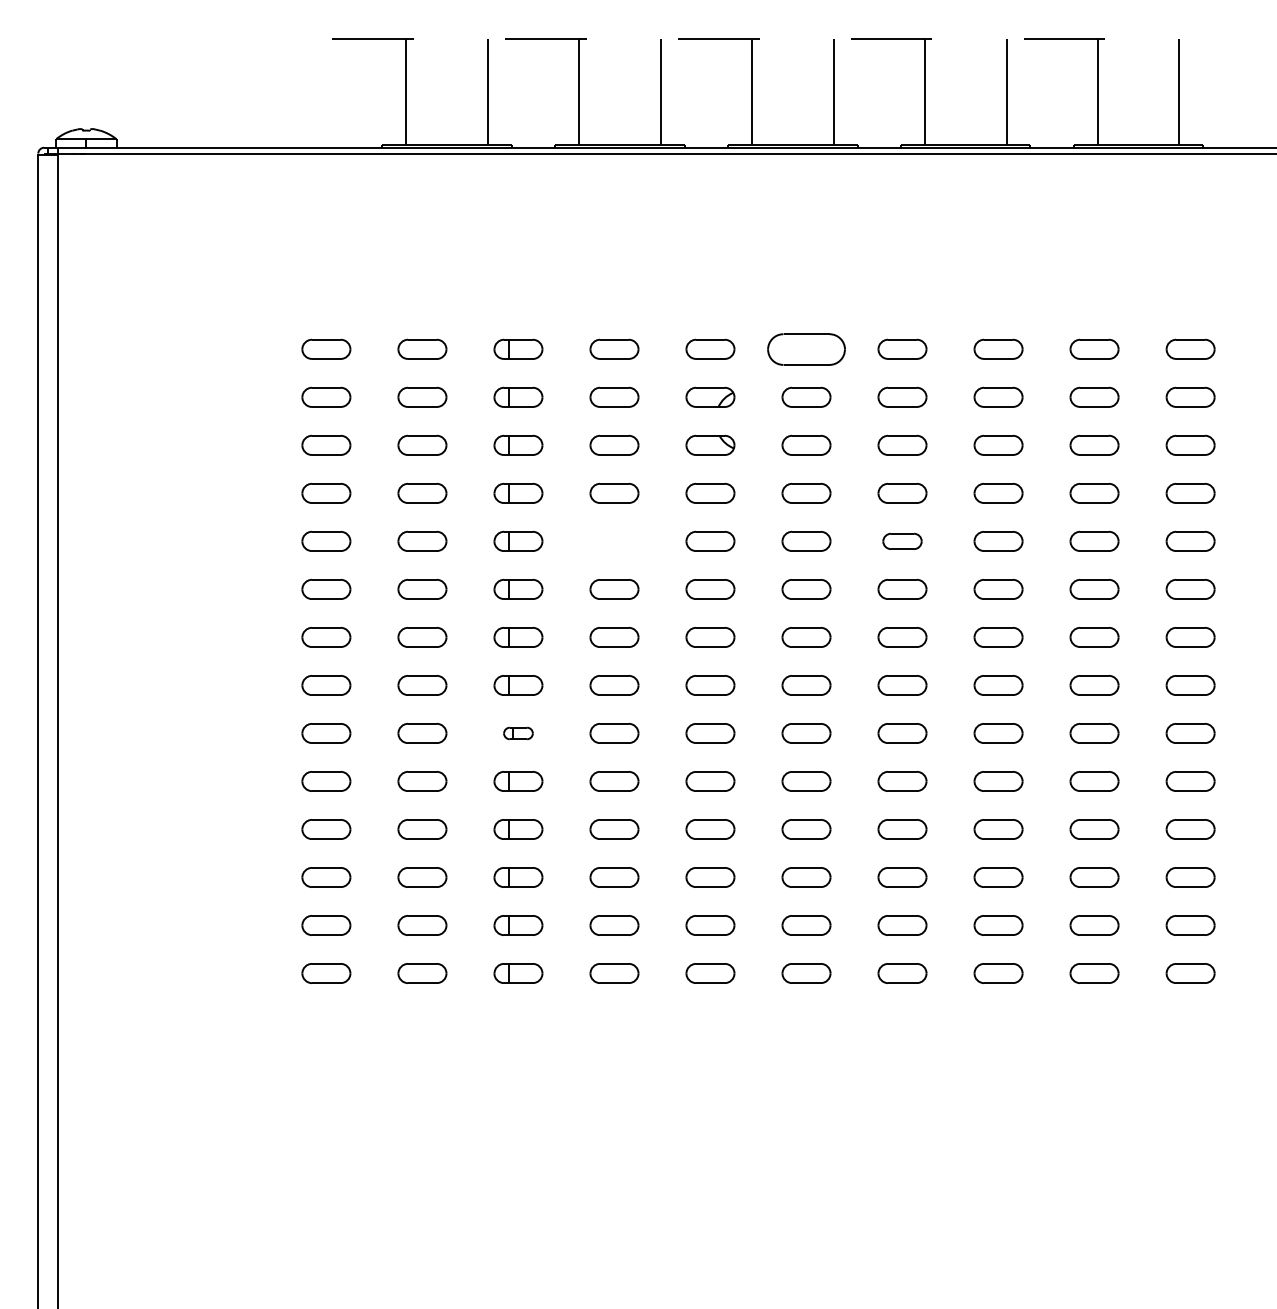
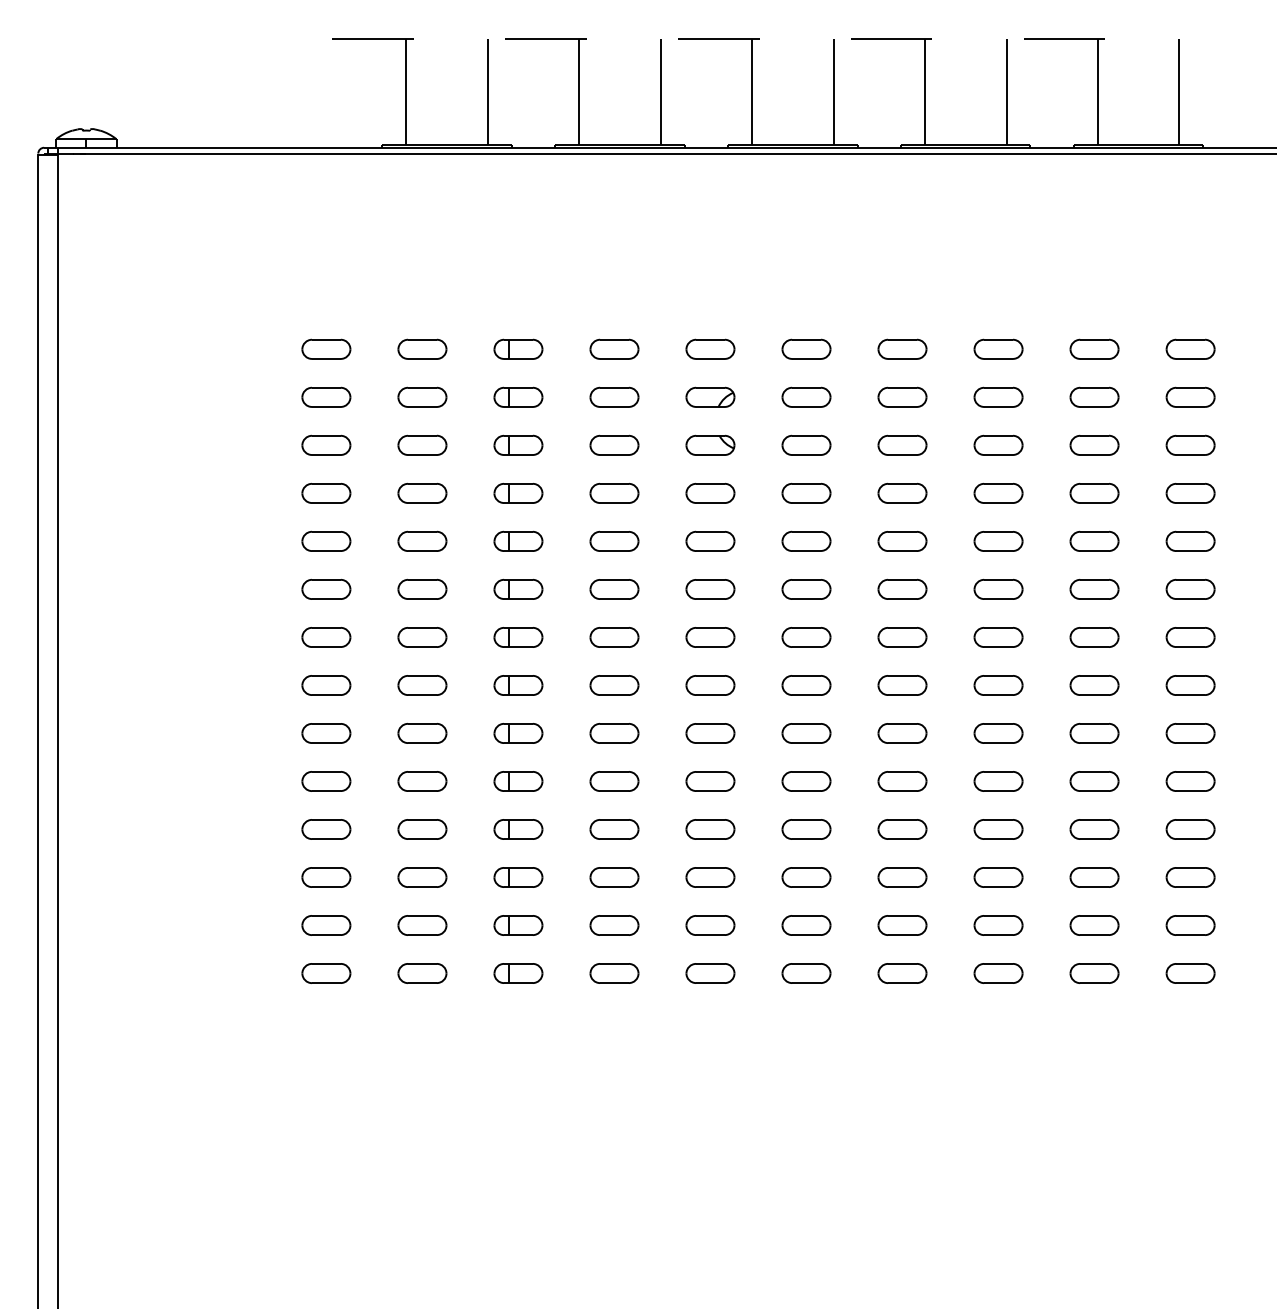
part at (806, 349) size: 79x33 px -> 51x22 px
part at (614, 540): none -> present
part at (902, 540) size: 41x18 px -> 51x21 px
part at (518, 733) size: 31x15 px -> 51x21 px
